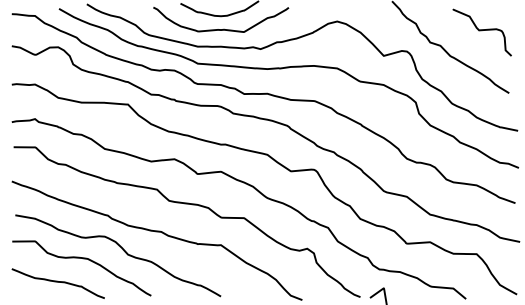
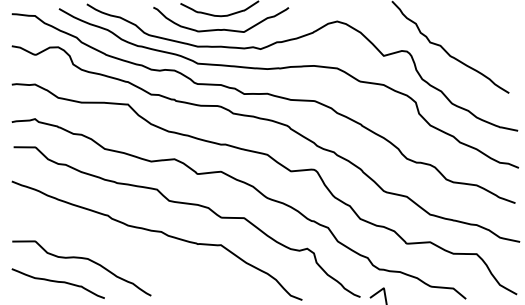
curve at (481, 31): present -> none
curve at (123, 251): present -> none
